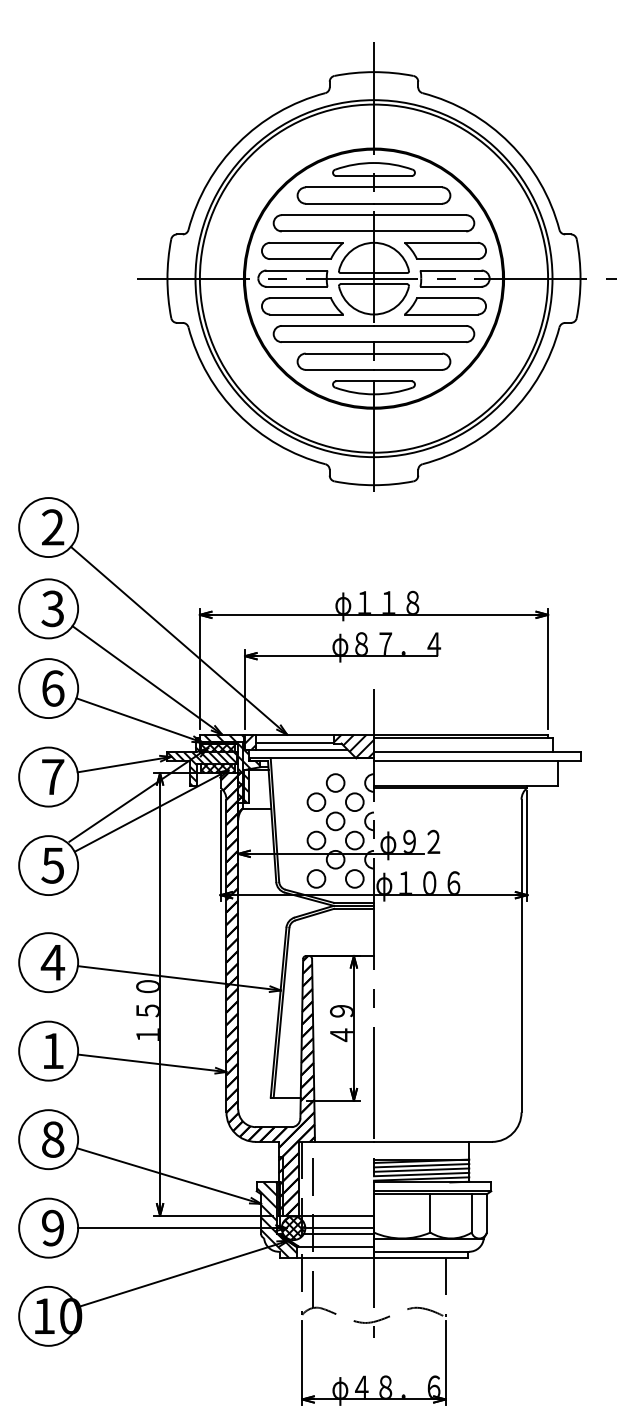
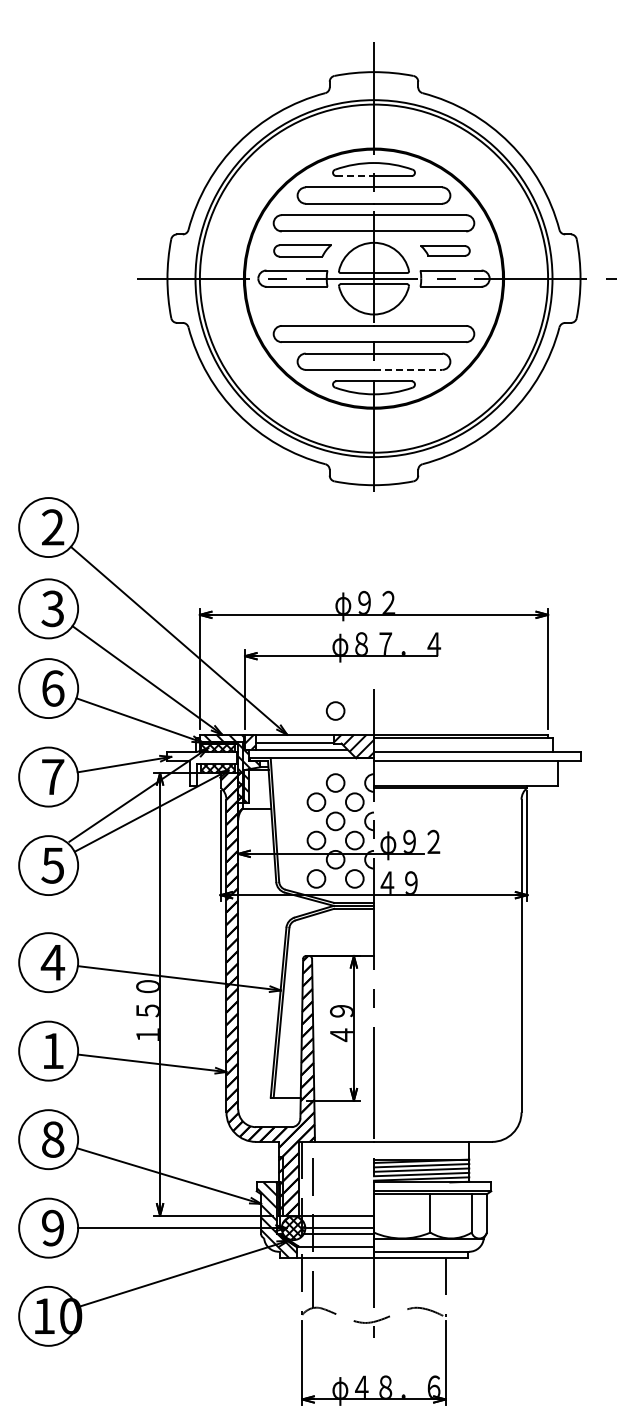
line at (355, 176): solid -> dashed
part at (302, 250) size: 83x18 px -> 59x14 px
part at (445, 250) size: 83x18 px -> 51x12 px
part at (302, 306): present -> none
part at (445, 306): present -> none
line at (408, 369): solid -> dashed
text at (388, 601): φ１１８ -> φ９２
circle at (335, 710): none -> present
hatch at (201, 762): present -> none
text at (418, 886): φ１０６ -> ４９
